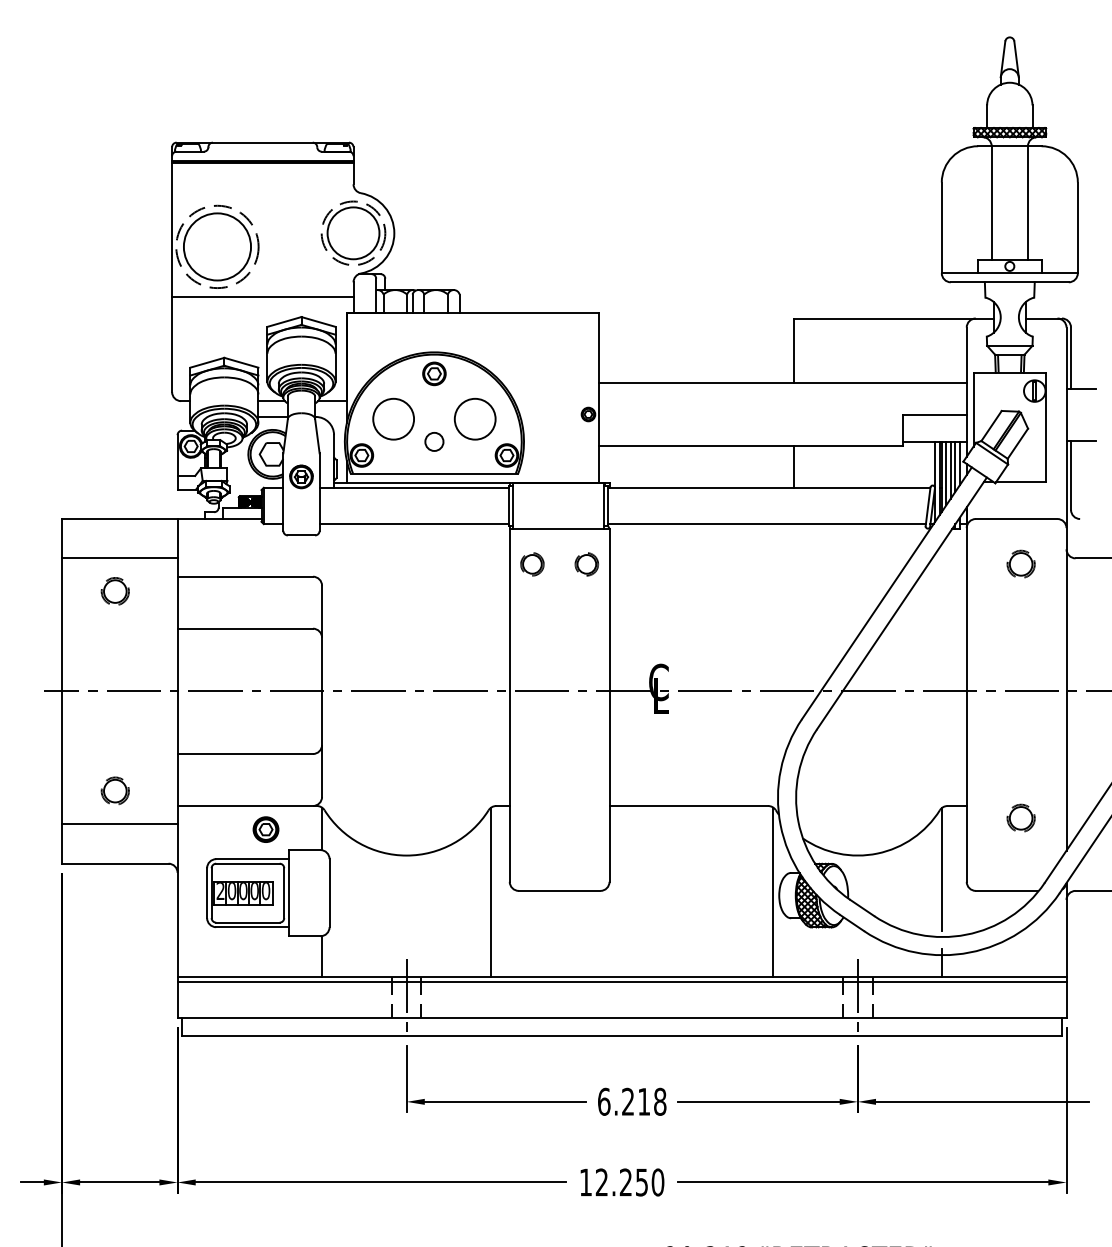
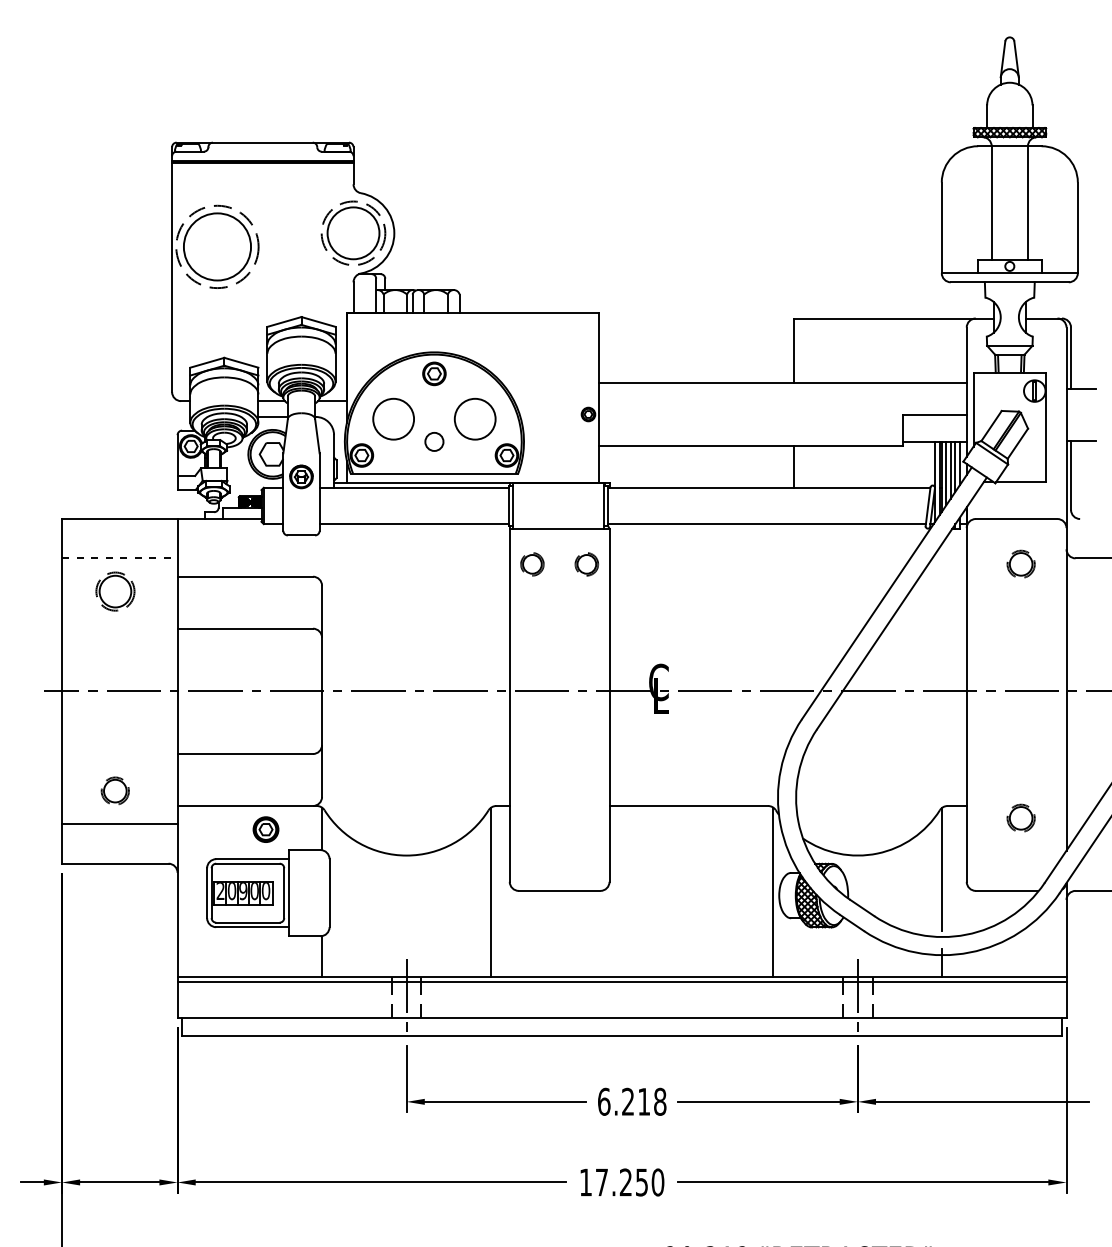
line at (262, 296): present -> none
line at (119, 558): solid -> dashed
part at (114, 591) size: 30x29 px -> 41x41 px
text at (243, 891): 0 -> 9
text at (601, 1182): 12.250 -> 17.250
